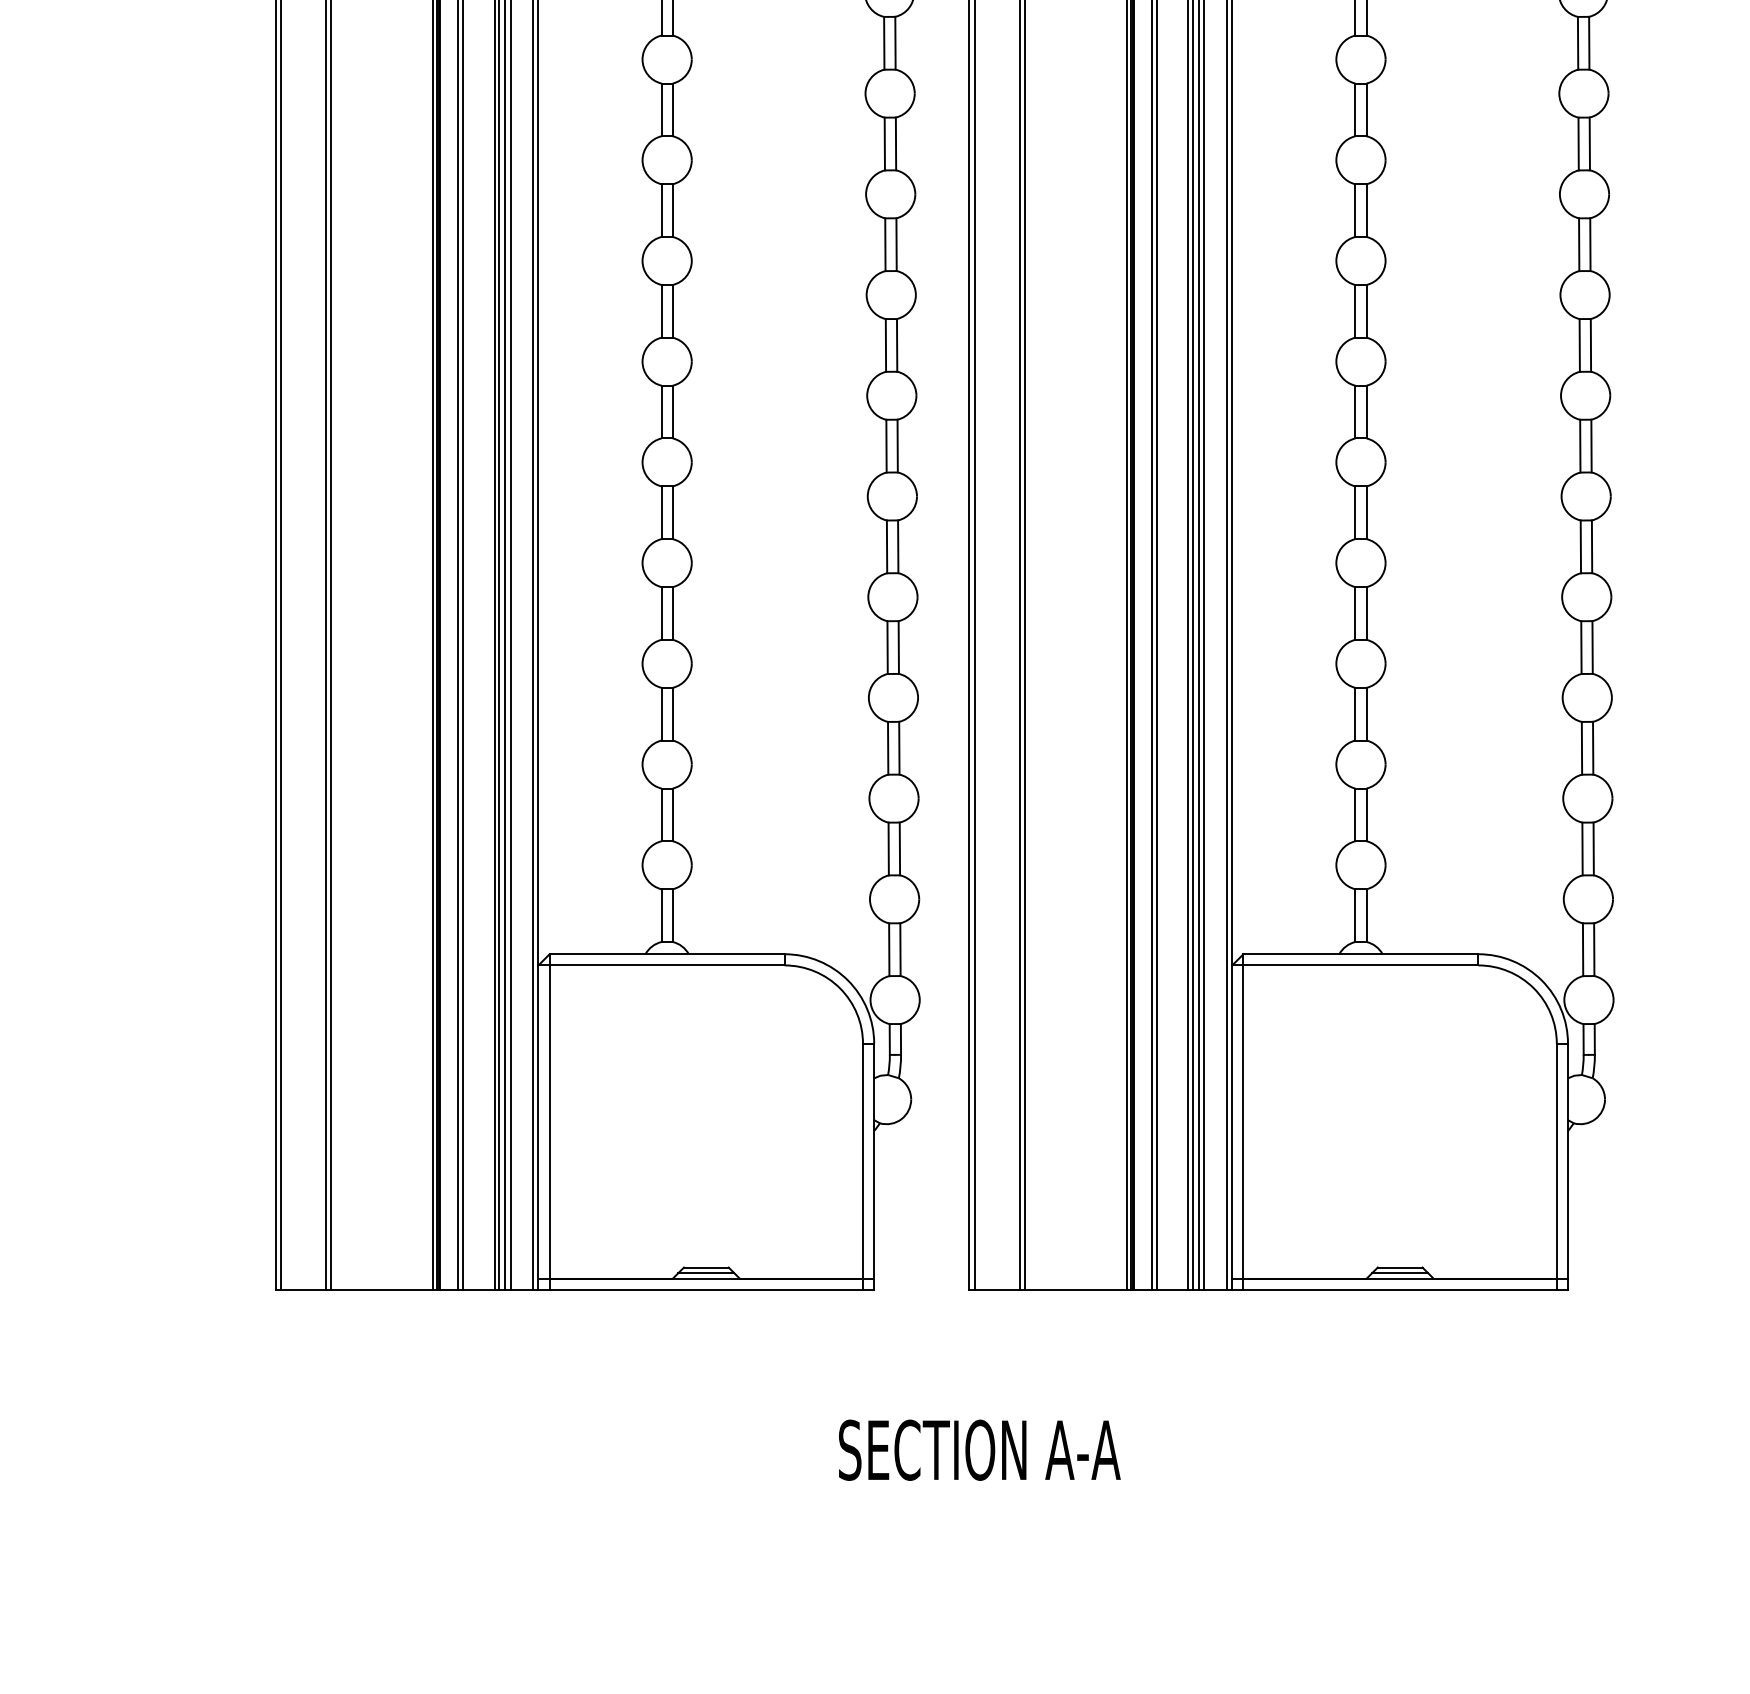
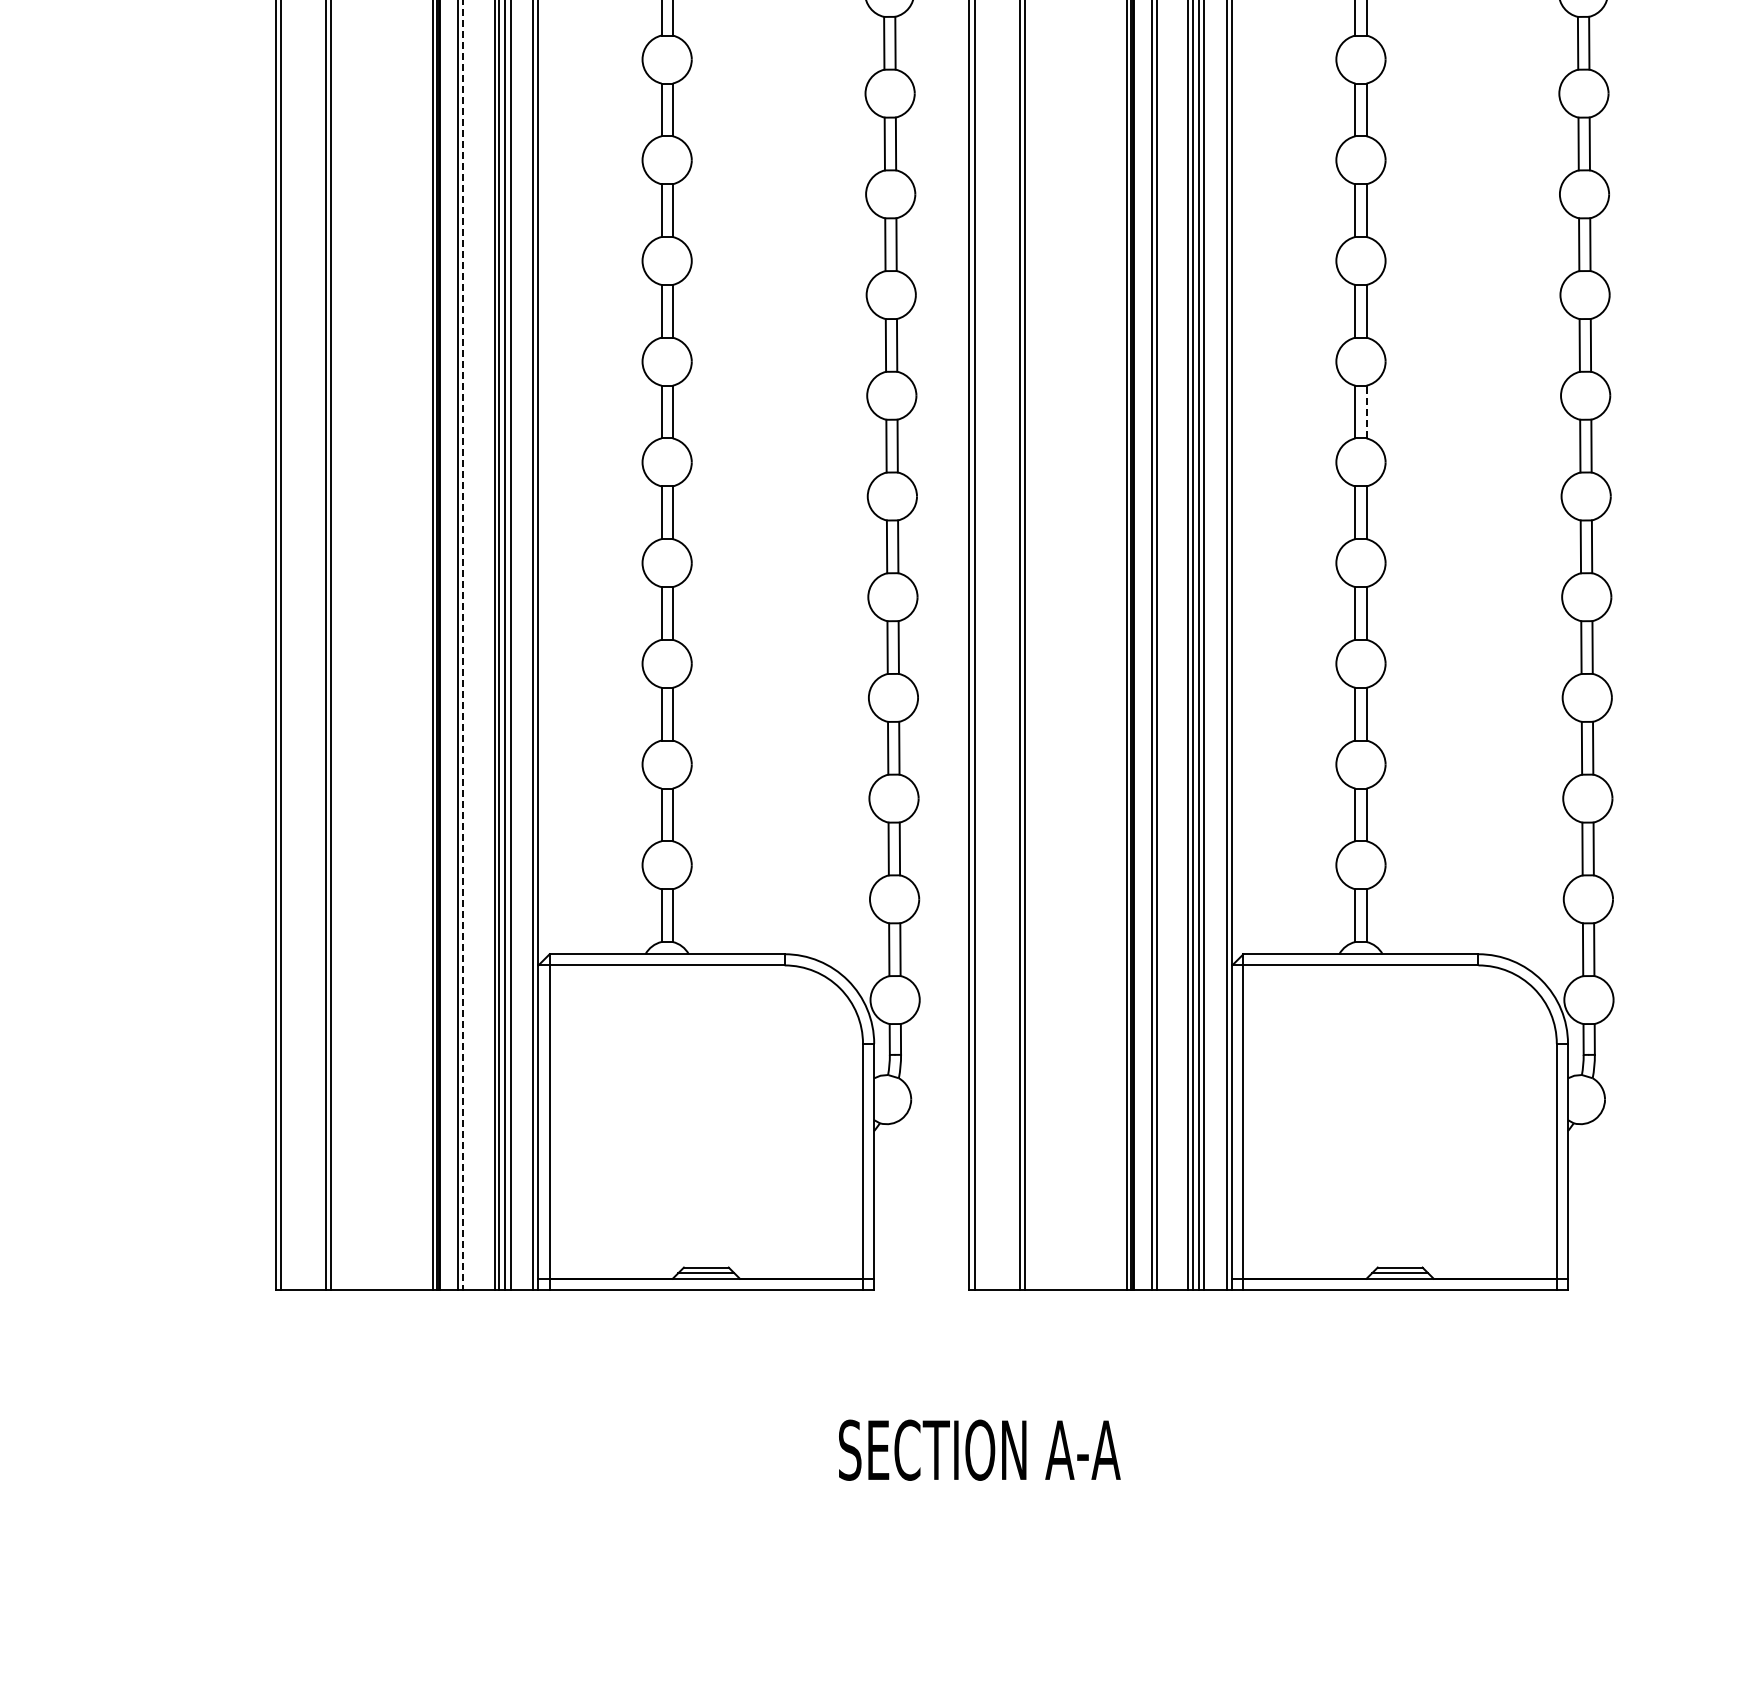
line at (1366, 411): solid -> dashed
line at (462, 645): solid -> dashed
